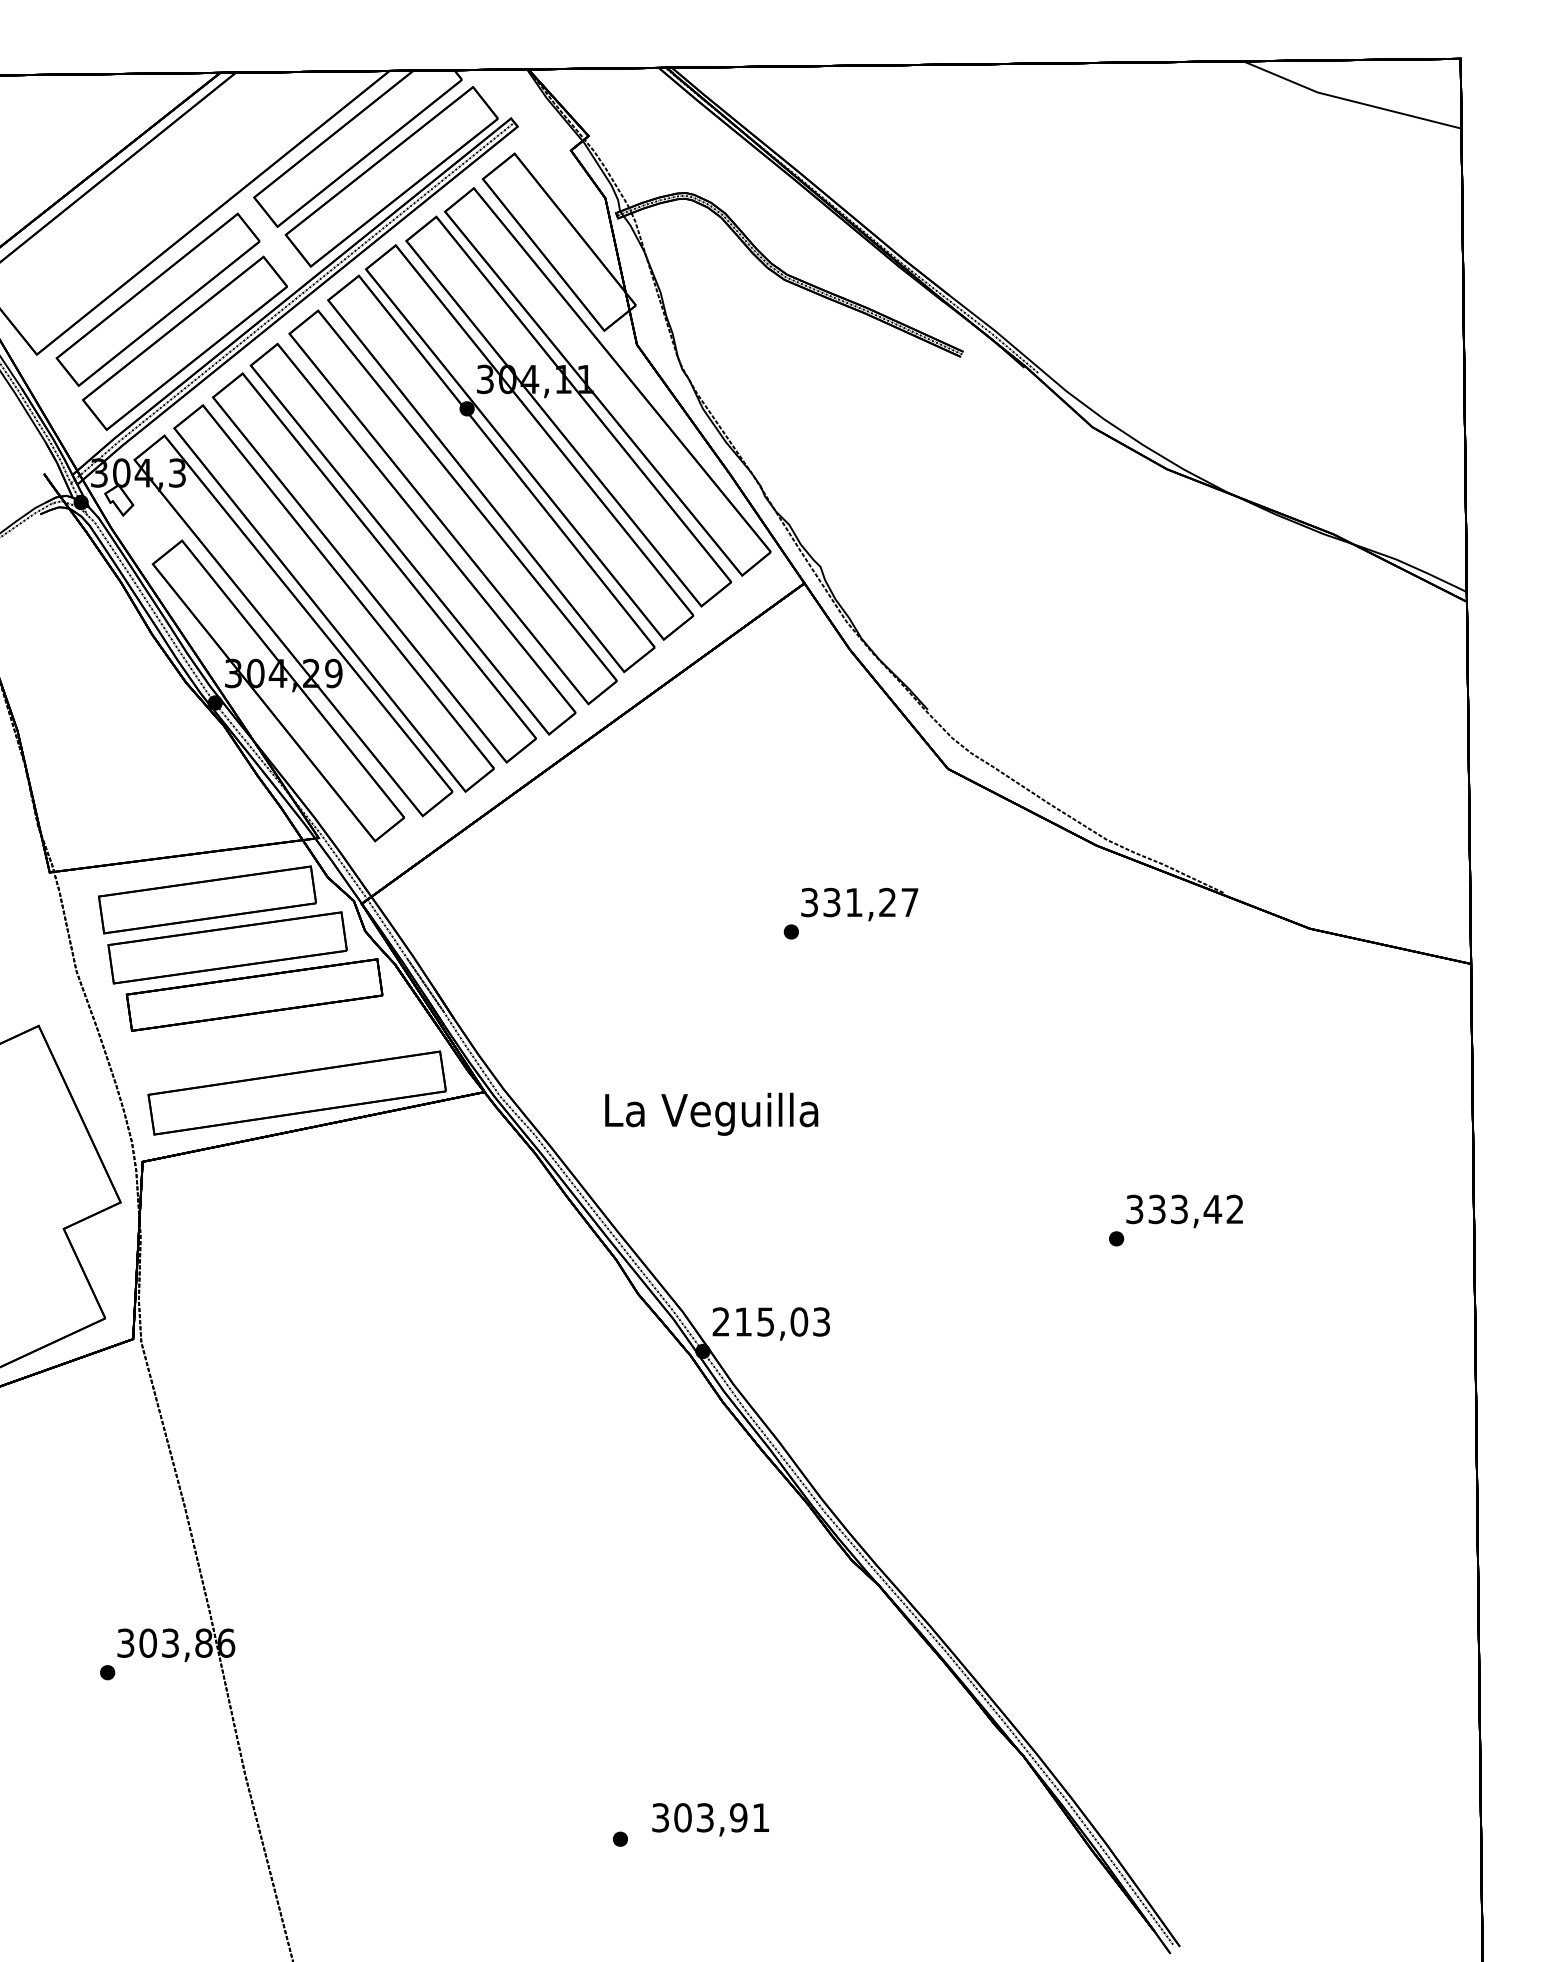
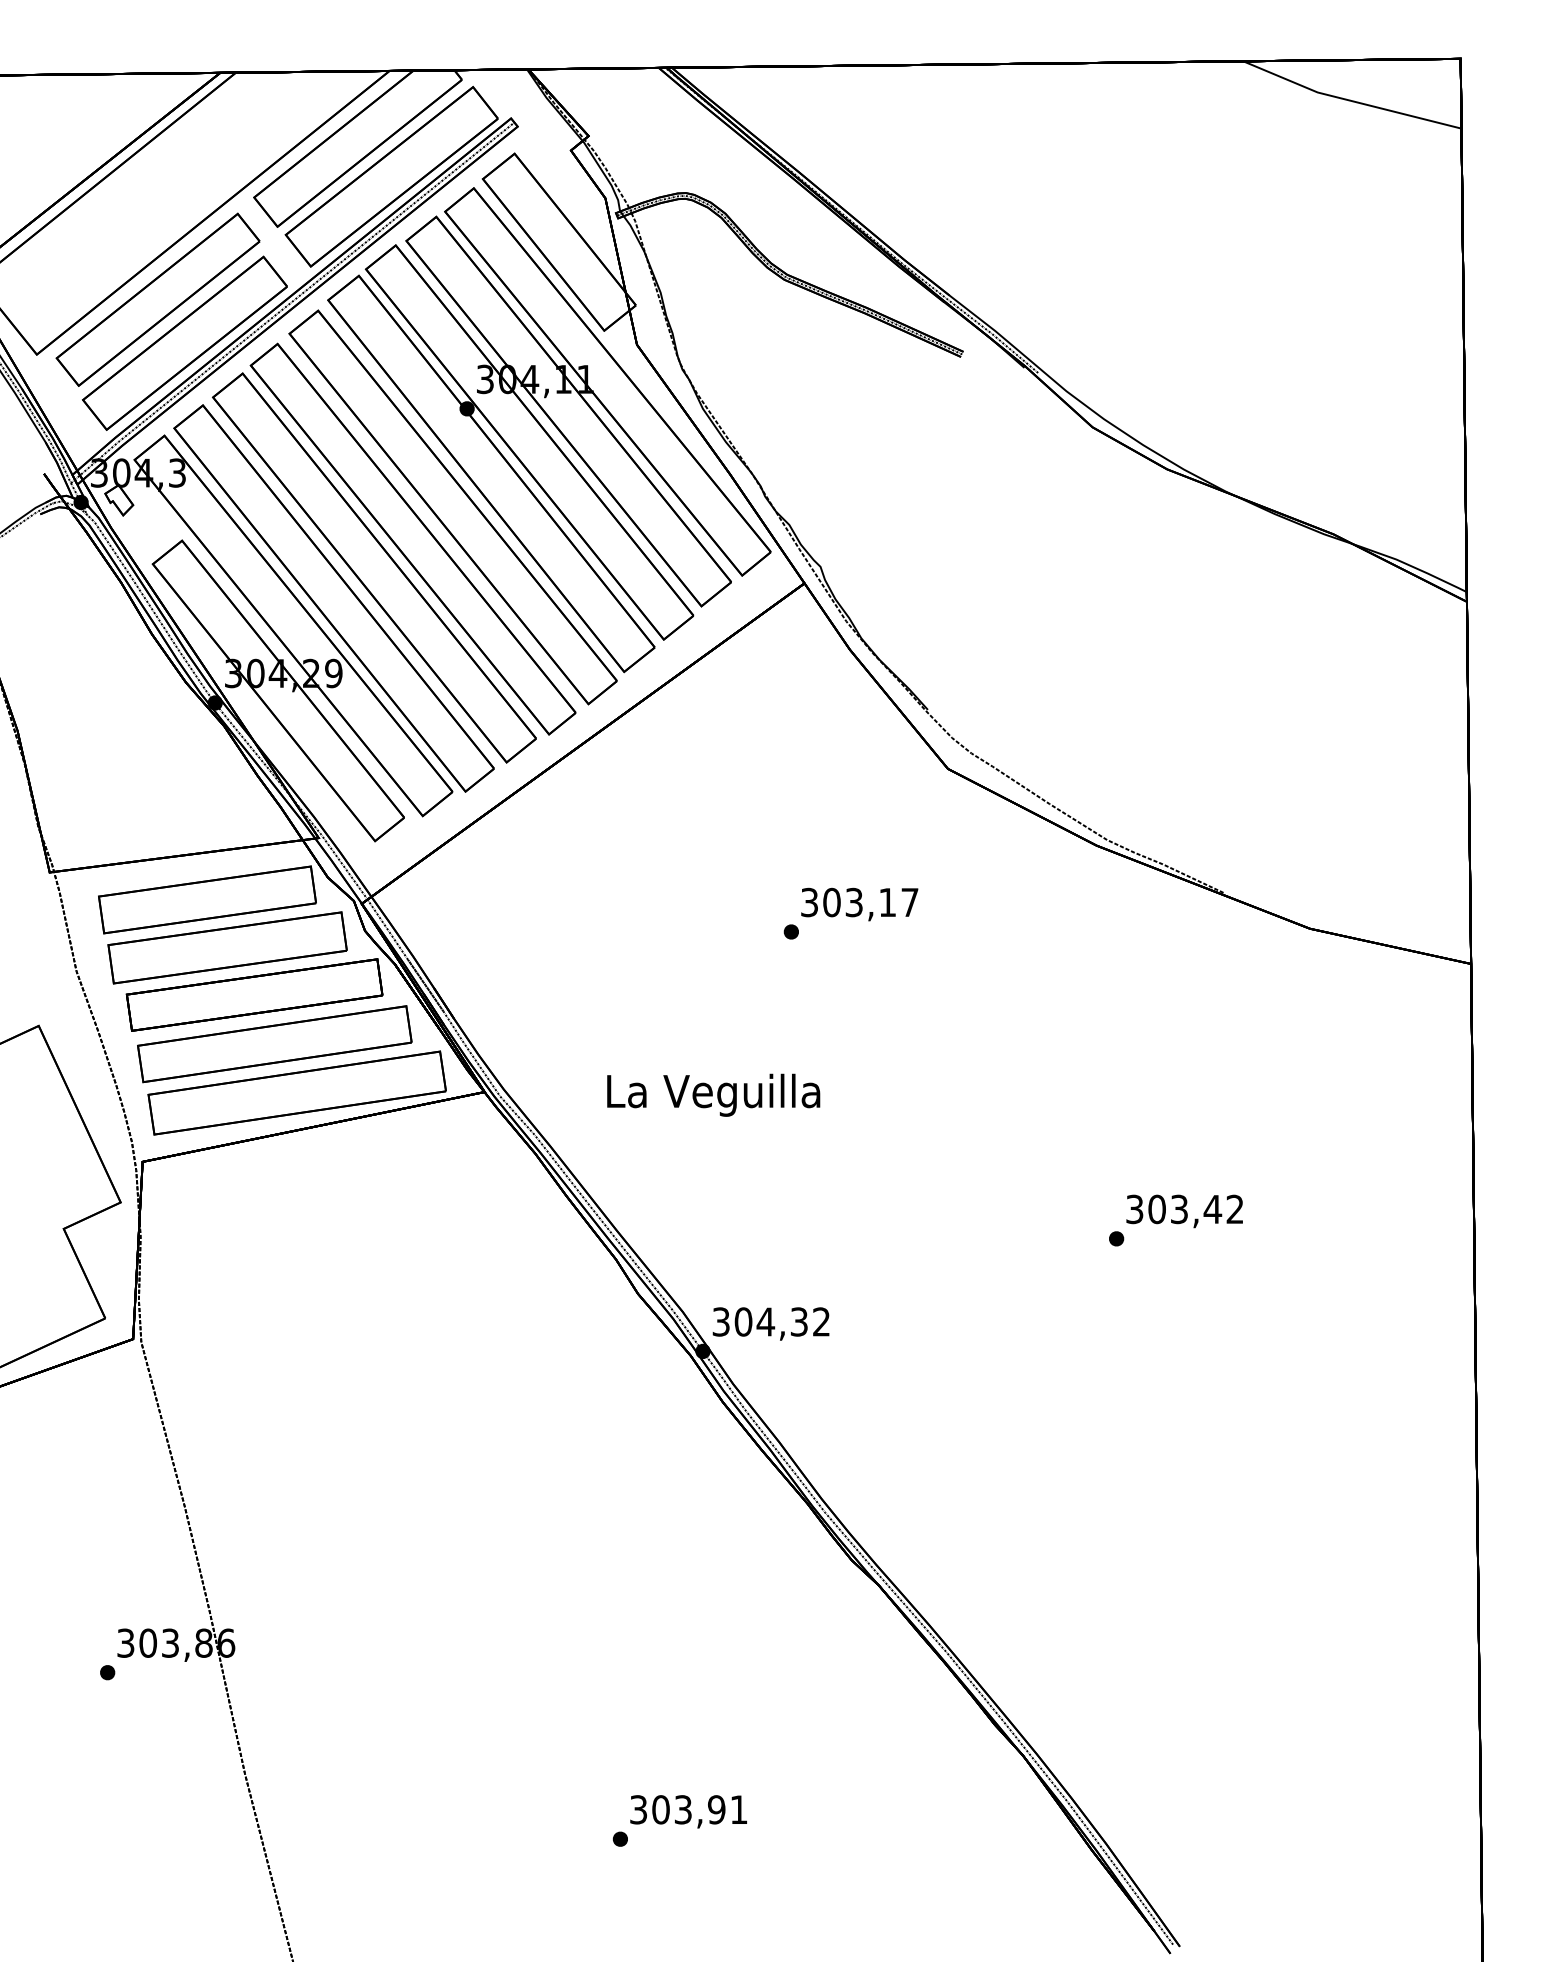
text at (859, 902): 331,27 -> 303,17
part at (274, 1044): none -> present
text at (711, 1113) position: (711, 1113) -> (713, 1094)
text at (1156, 1209): 333,42 -> 303,42
text at (770, 1321): 215,03 -> 304,32
text at (710, 1819) position: (710, 1819) -> (688, 1811)
